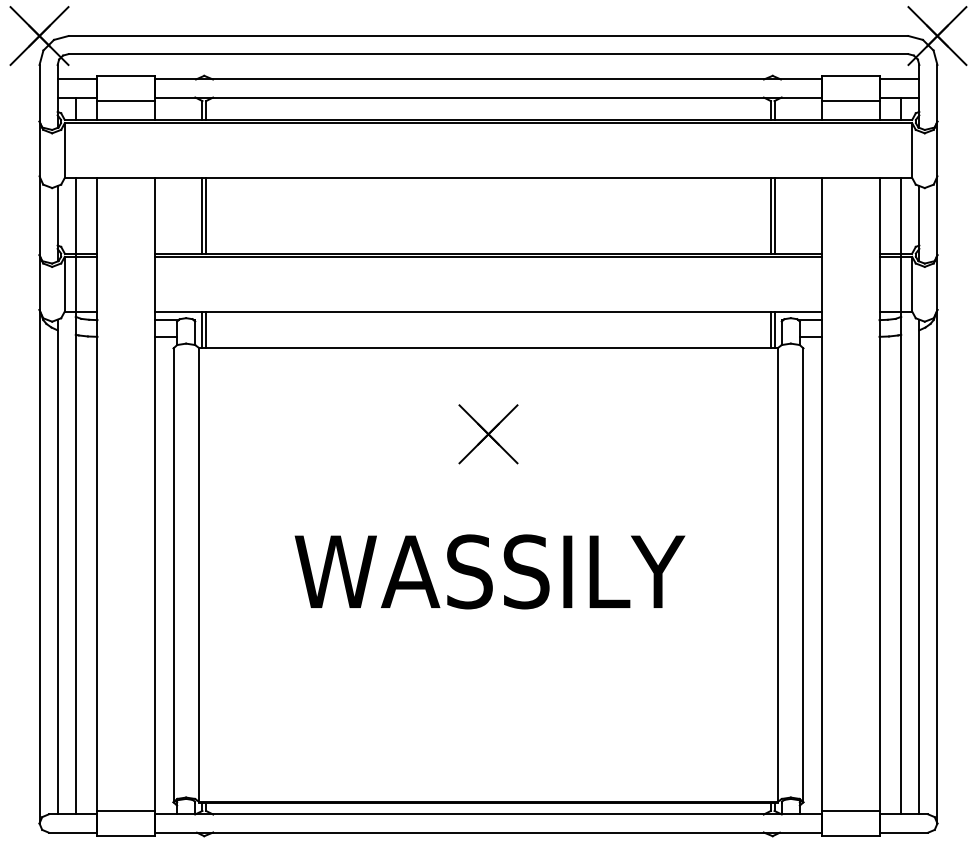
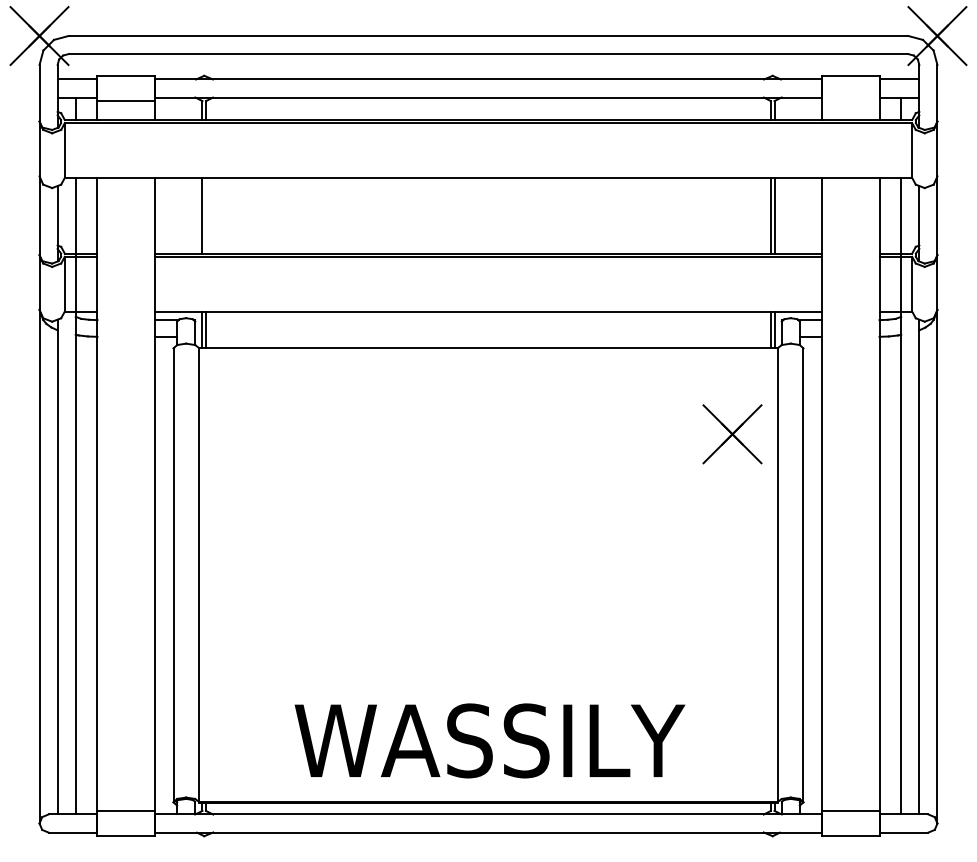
line at (850, 101): present -> none
line at (206, 215): present -> none
part at (488, 434) position: (488, 434) -> (732, 434)
text at (489, 571) position: (489, 571) -> (489, 740)
